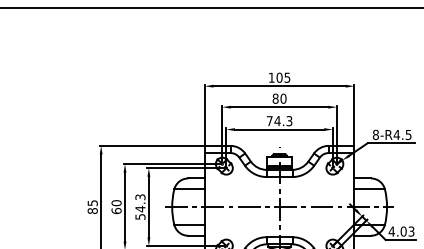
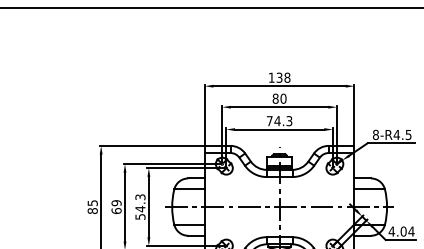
text at (283, 77): 105 -> 138
text at (116, 203): 60 -> 69
text at (411, 231): 4.03 -> 4.04
